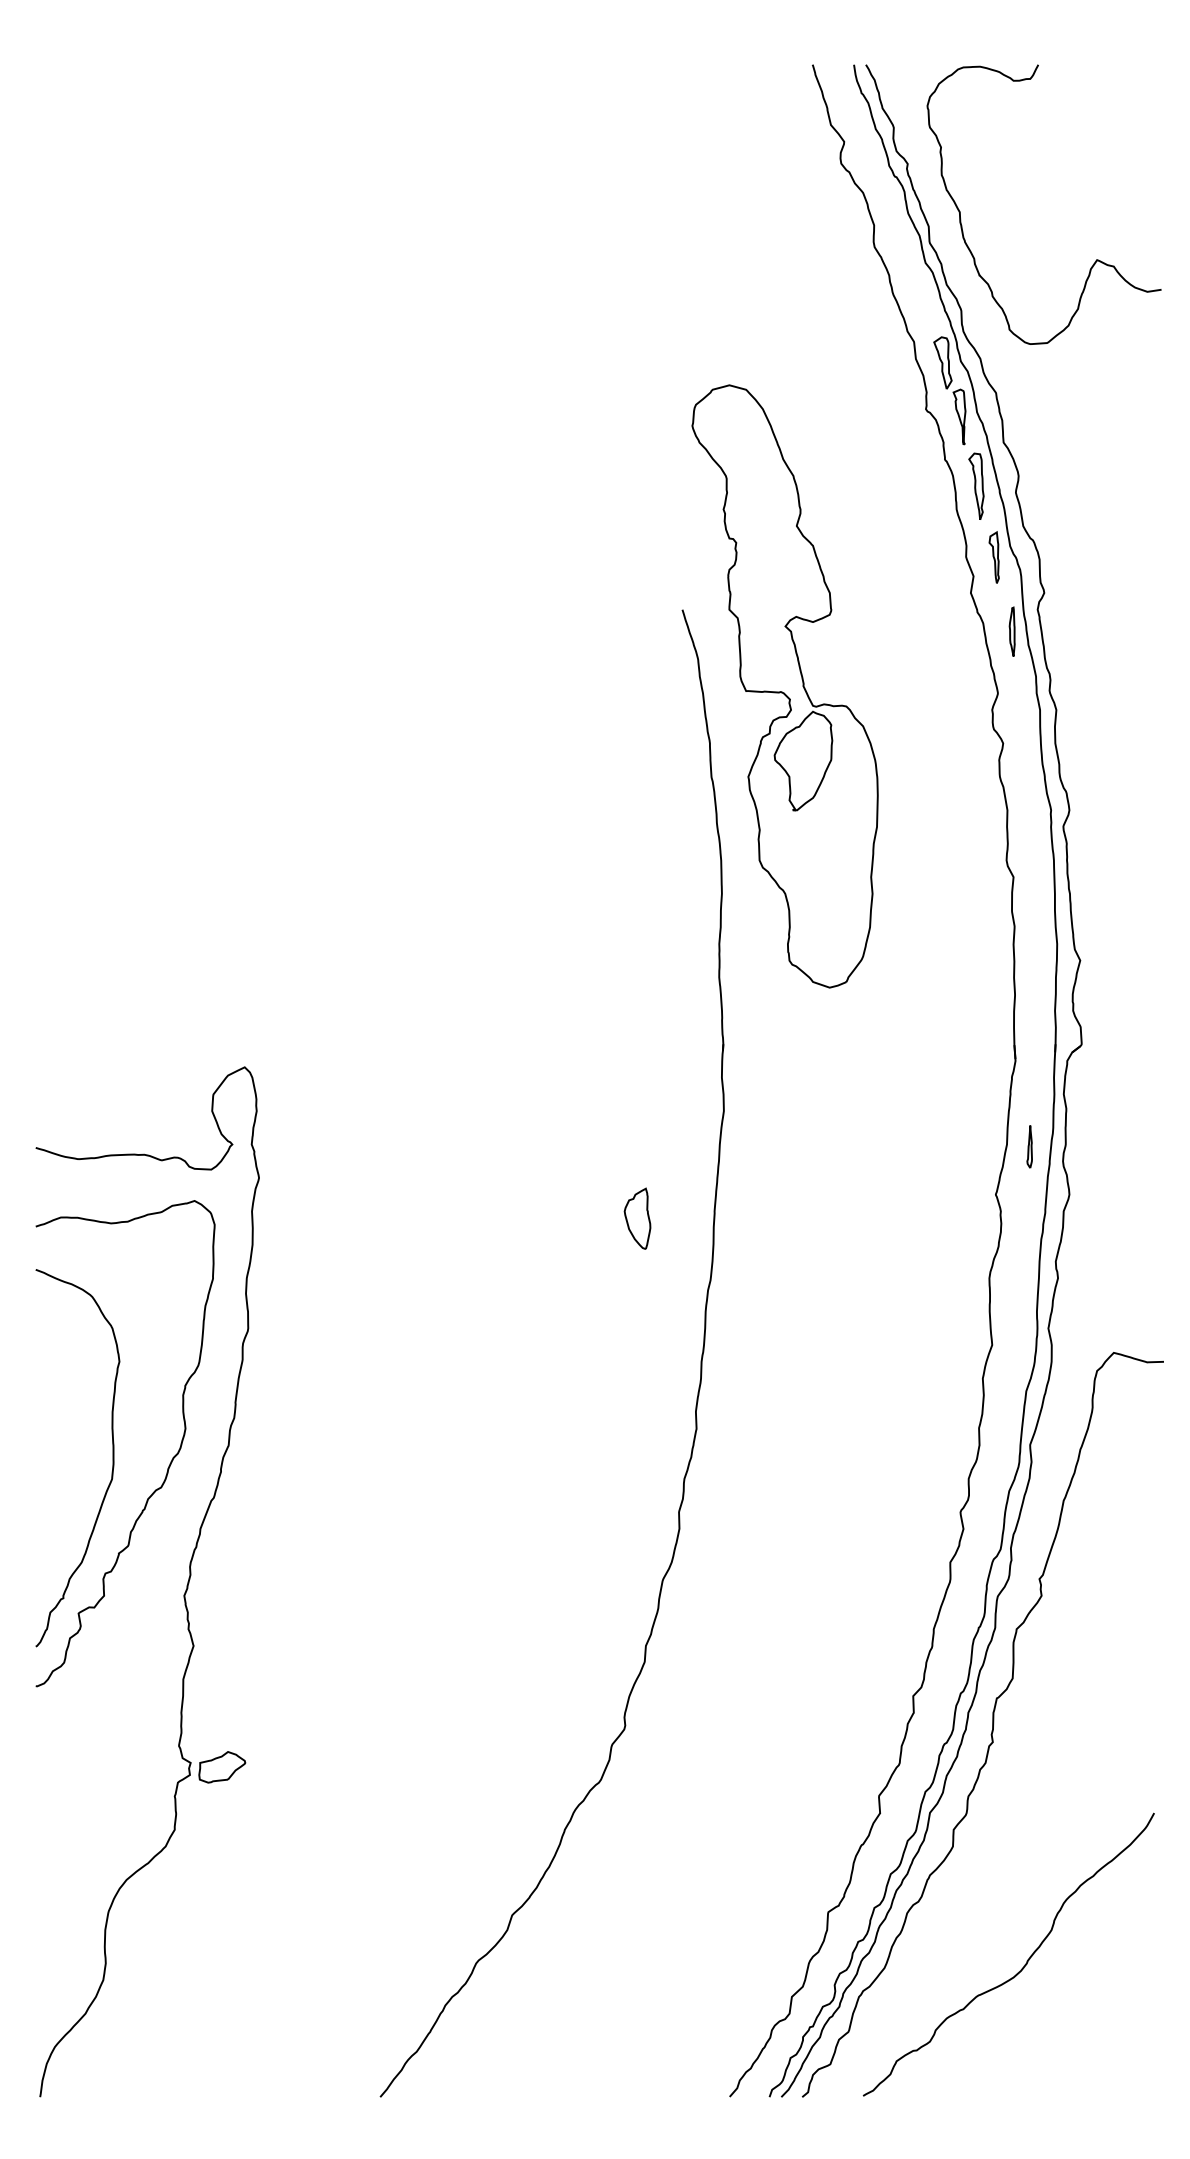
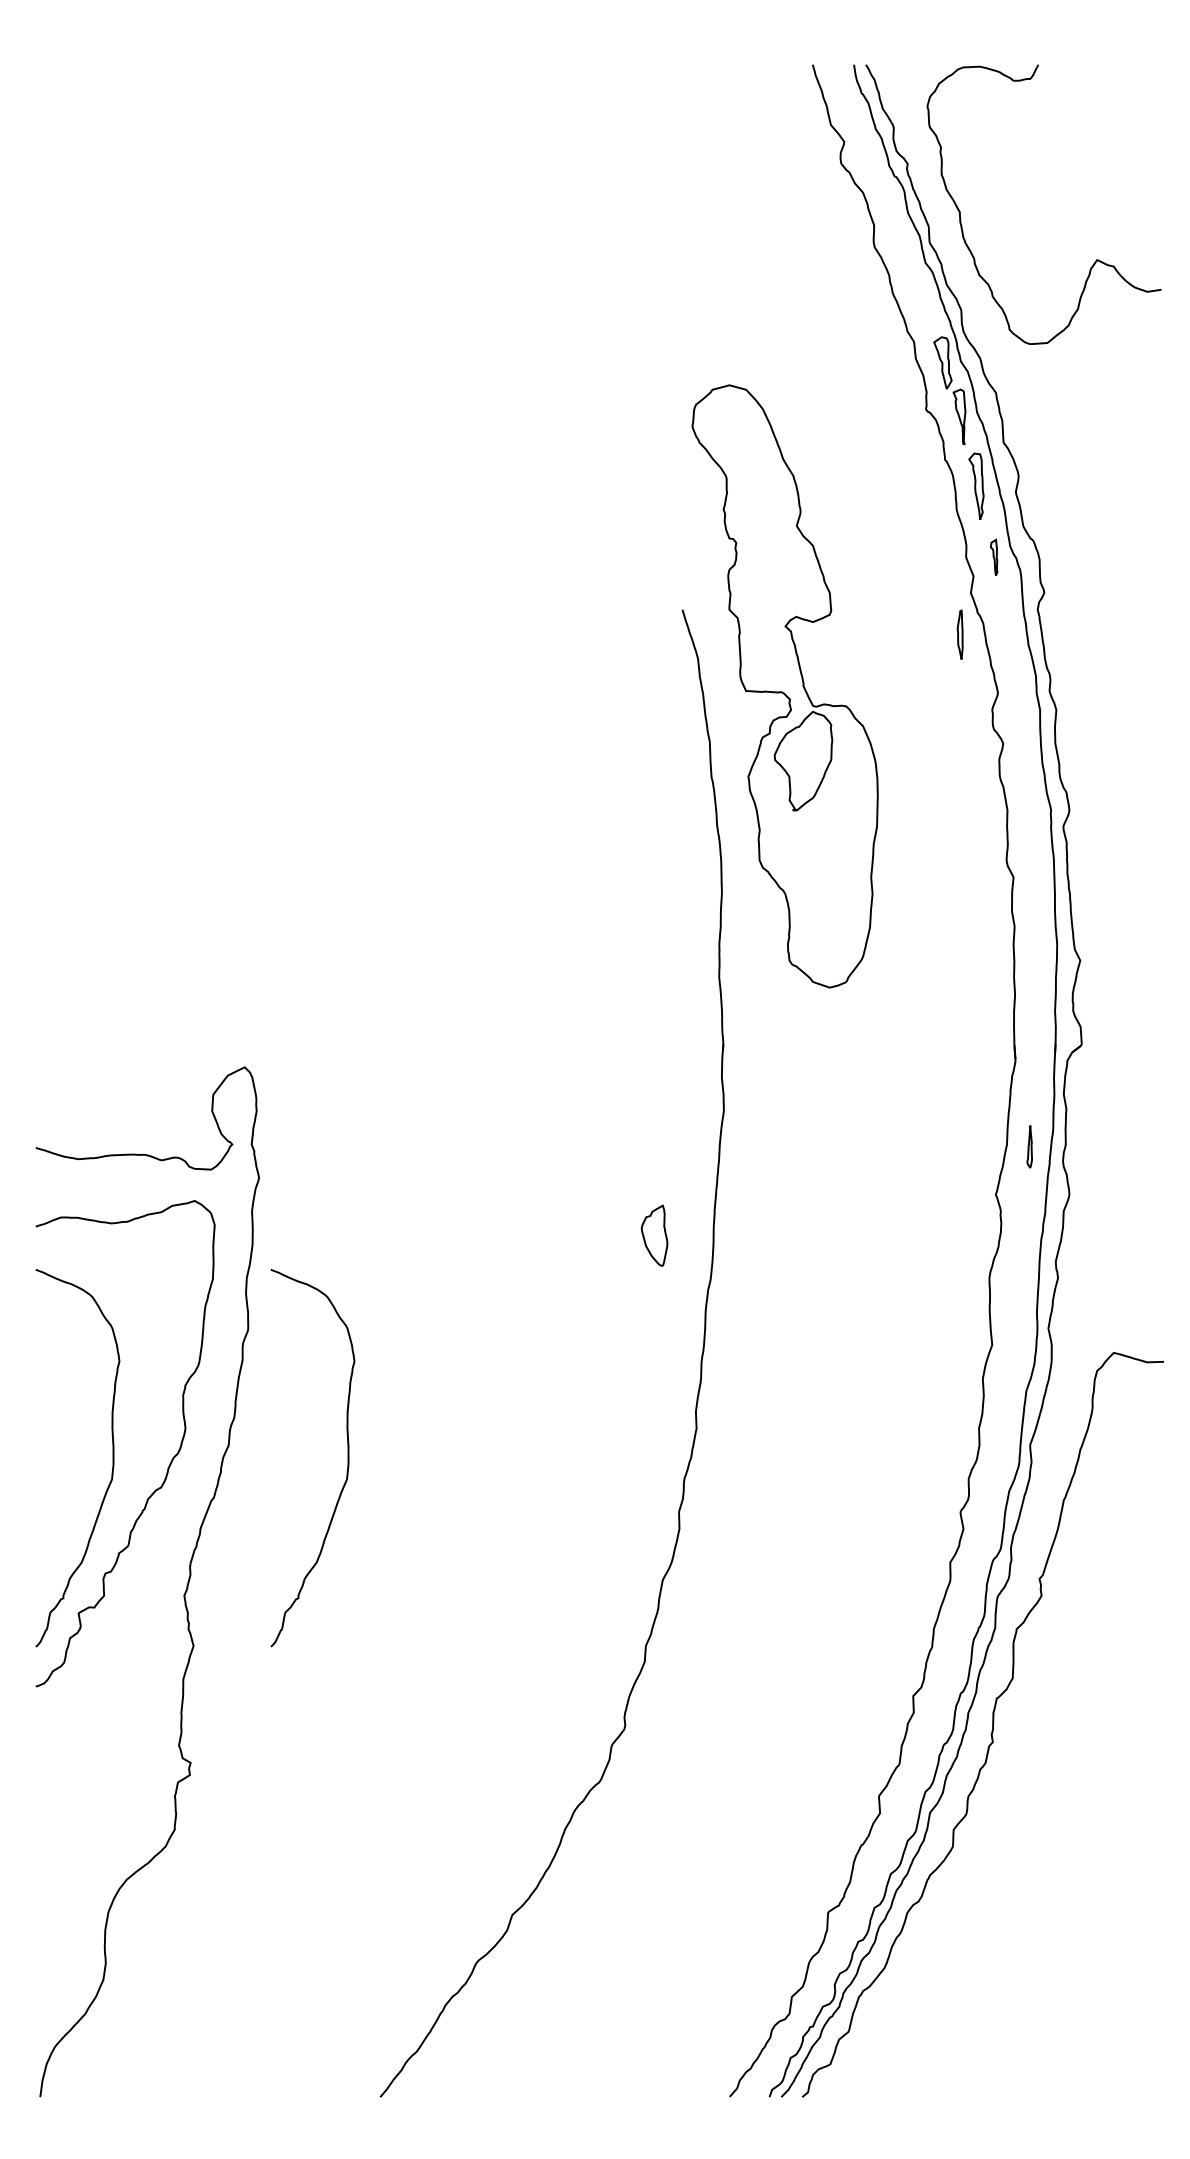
part at (993, 557) size: 12x53 px -> 9x38 px
part at (1011, 631) position: (1011, 631) -> (959, 634)
part at (637, 1218) position: (637, 1218) -> (654, 1235)
curve at (347, 1458): none -> present
part at (222, 1767): present -> none
curve at (1024, 1964): present -> none
